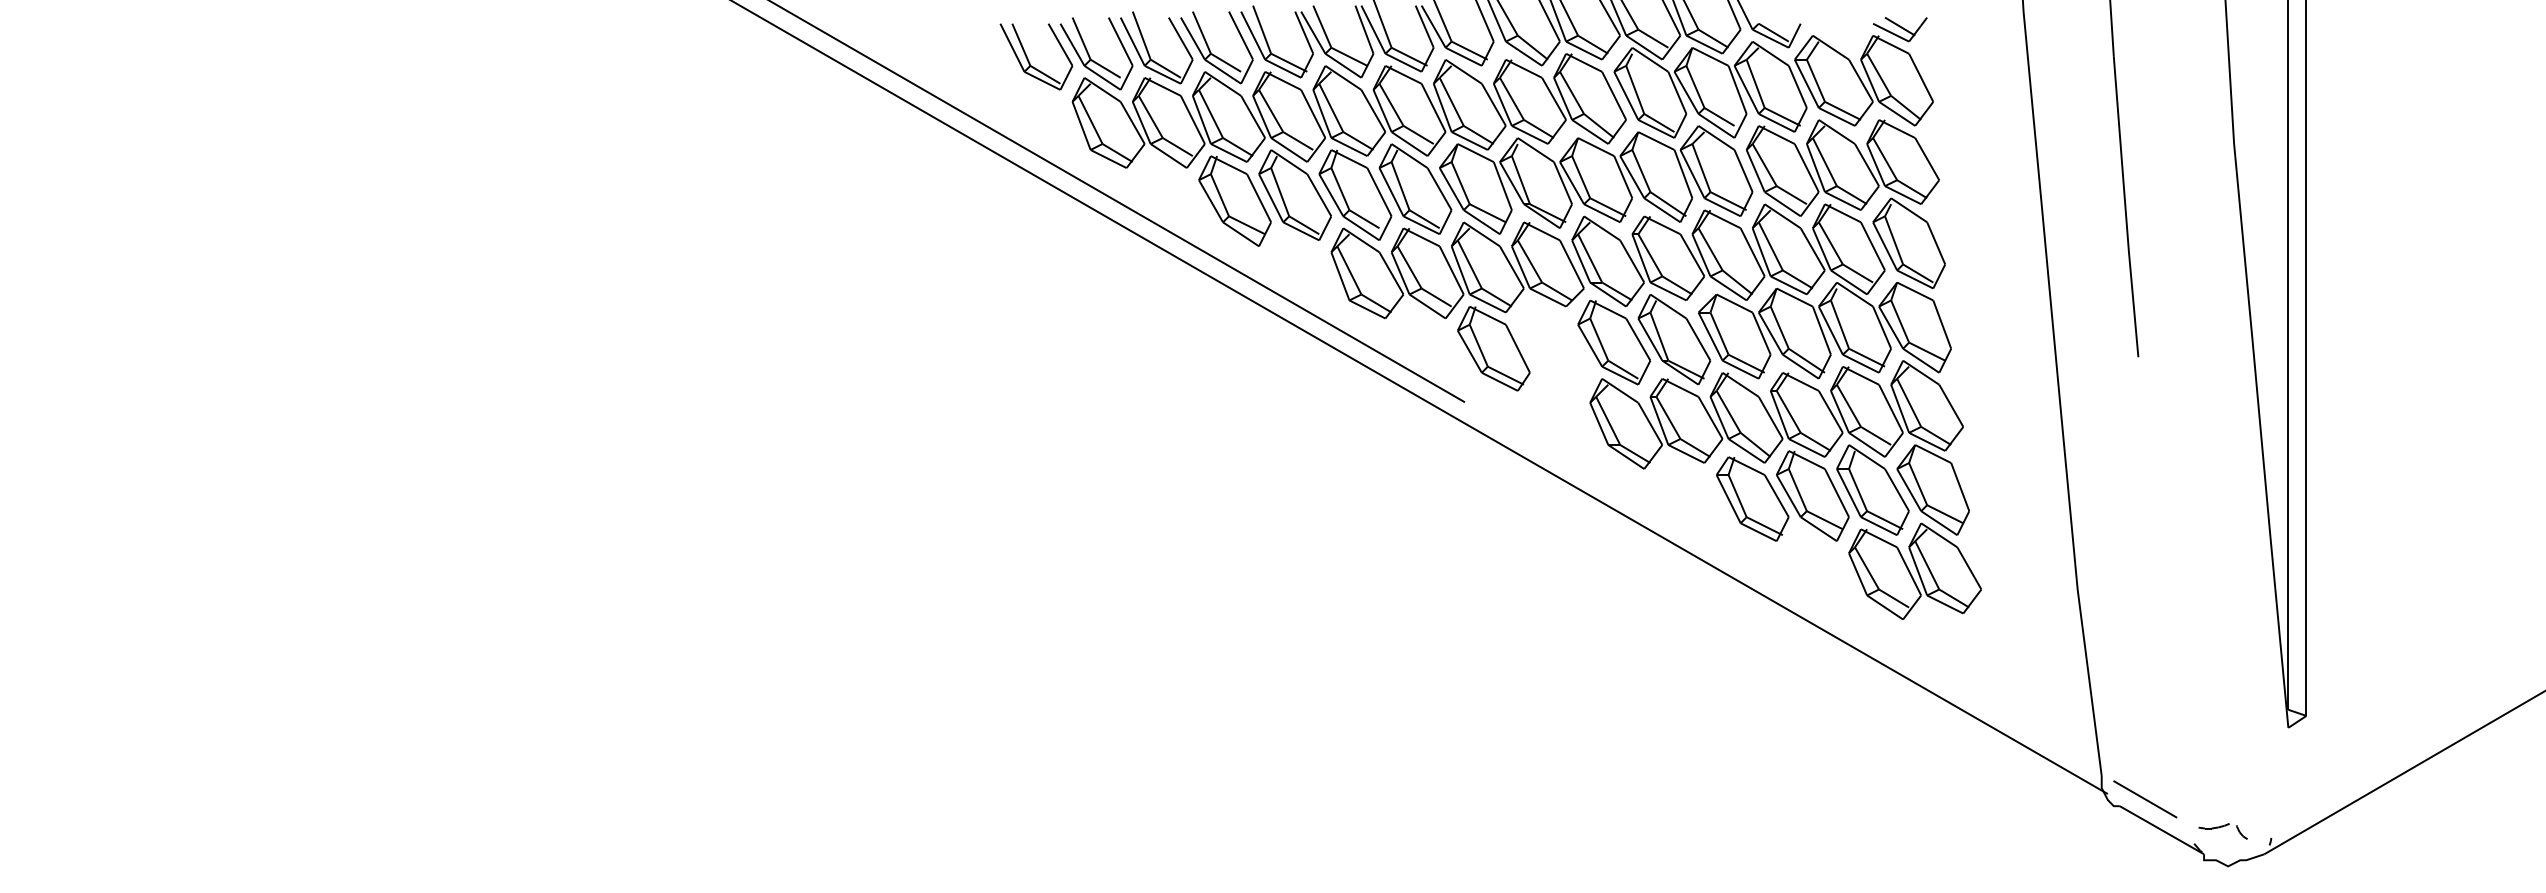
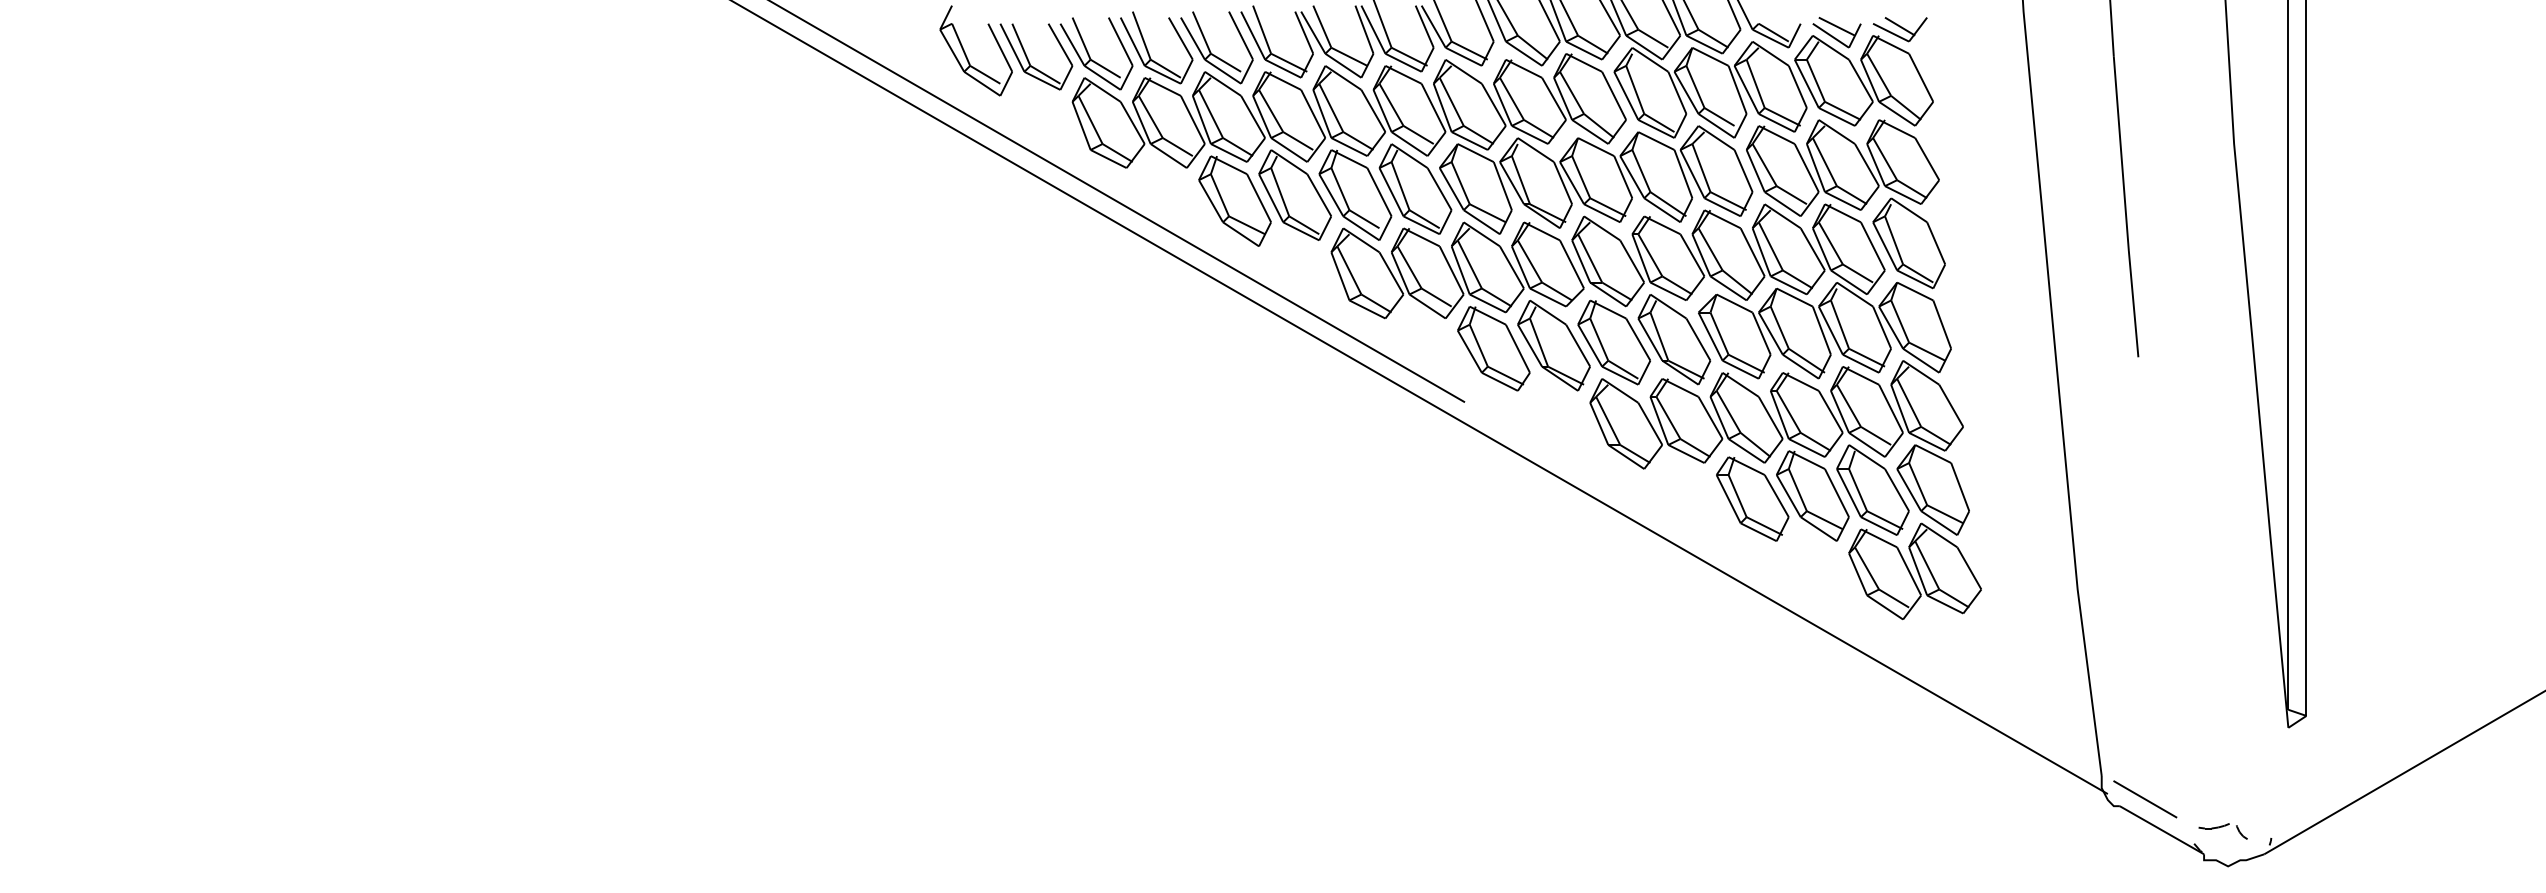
part at (1836, 32): none -> present
part at (966, 54): none -> present
part at (1553, 345): none -> present
